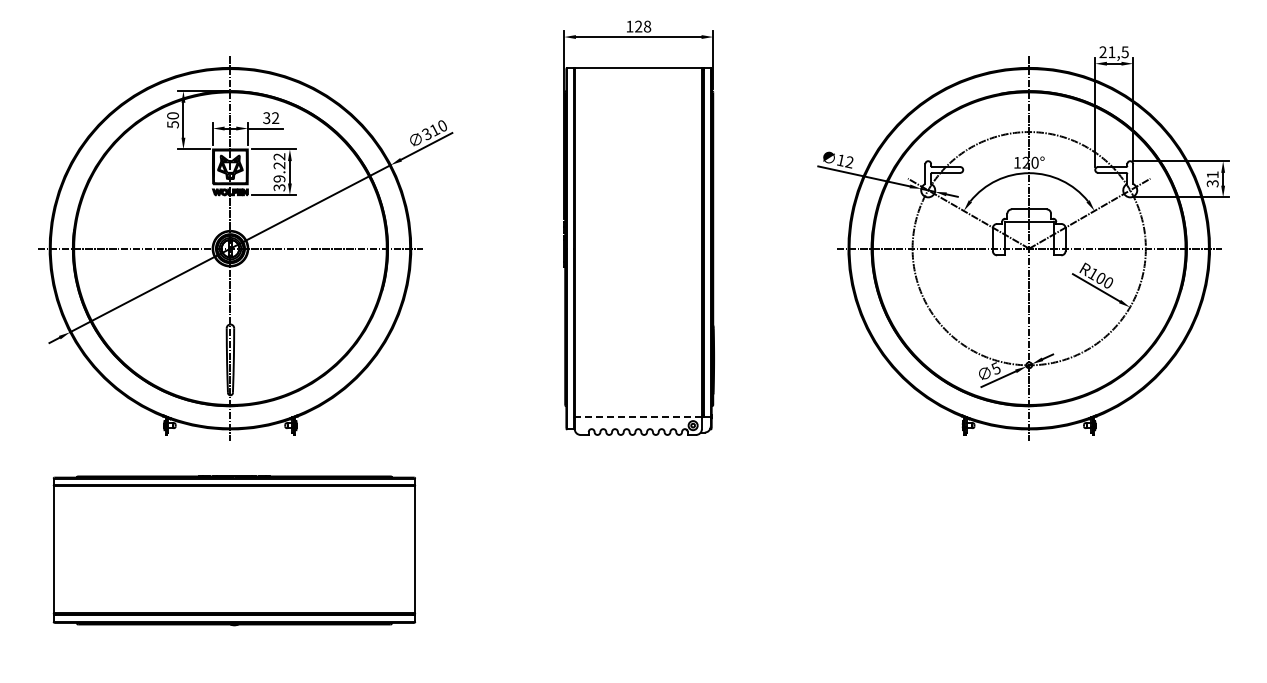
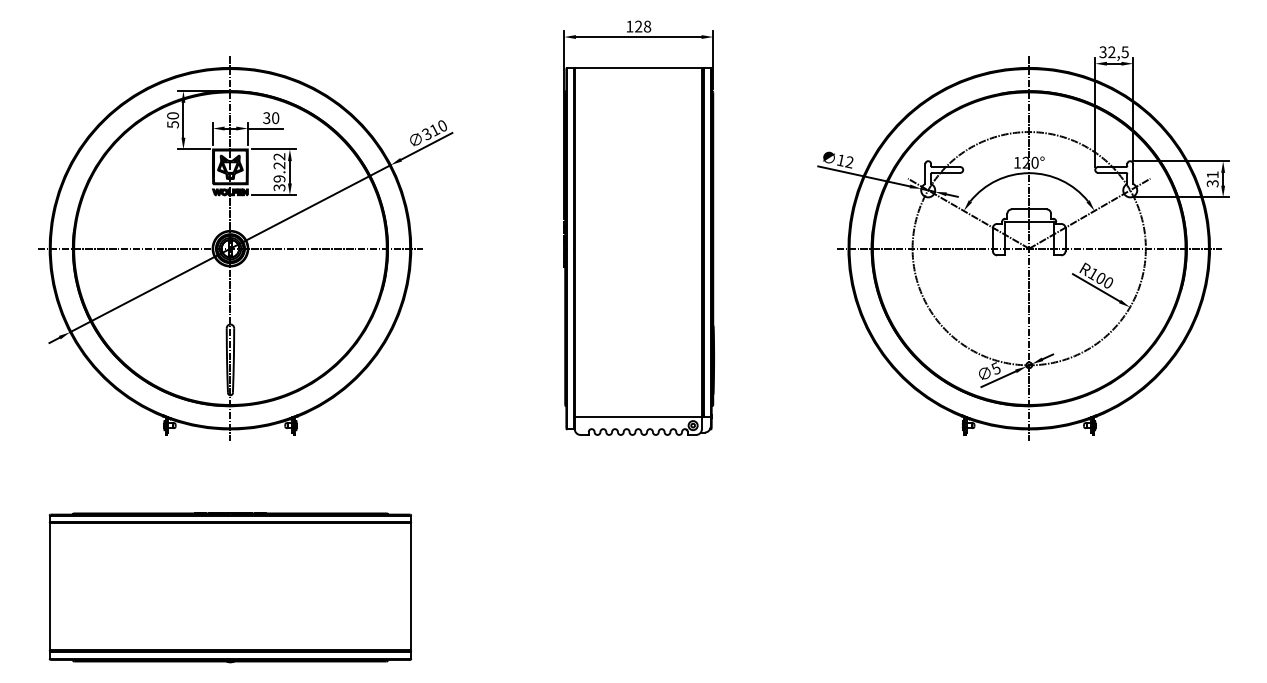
text at (1107, 52): 21,5 -> 32,5
text at (275, 118): 32 -> 30
line at (638, 417): dashed -> solid
part at (234, 550) position: (234, 550) -> (230, 587)
